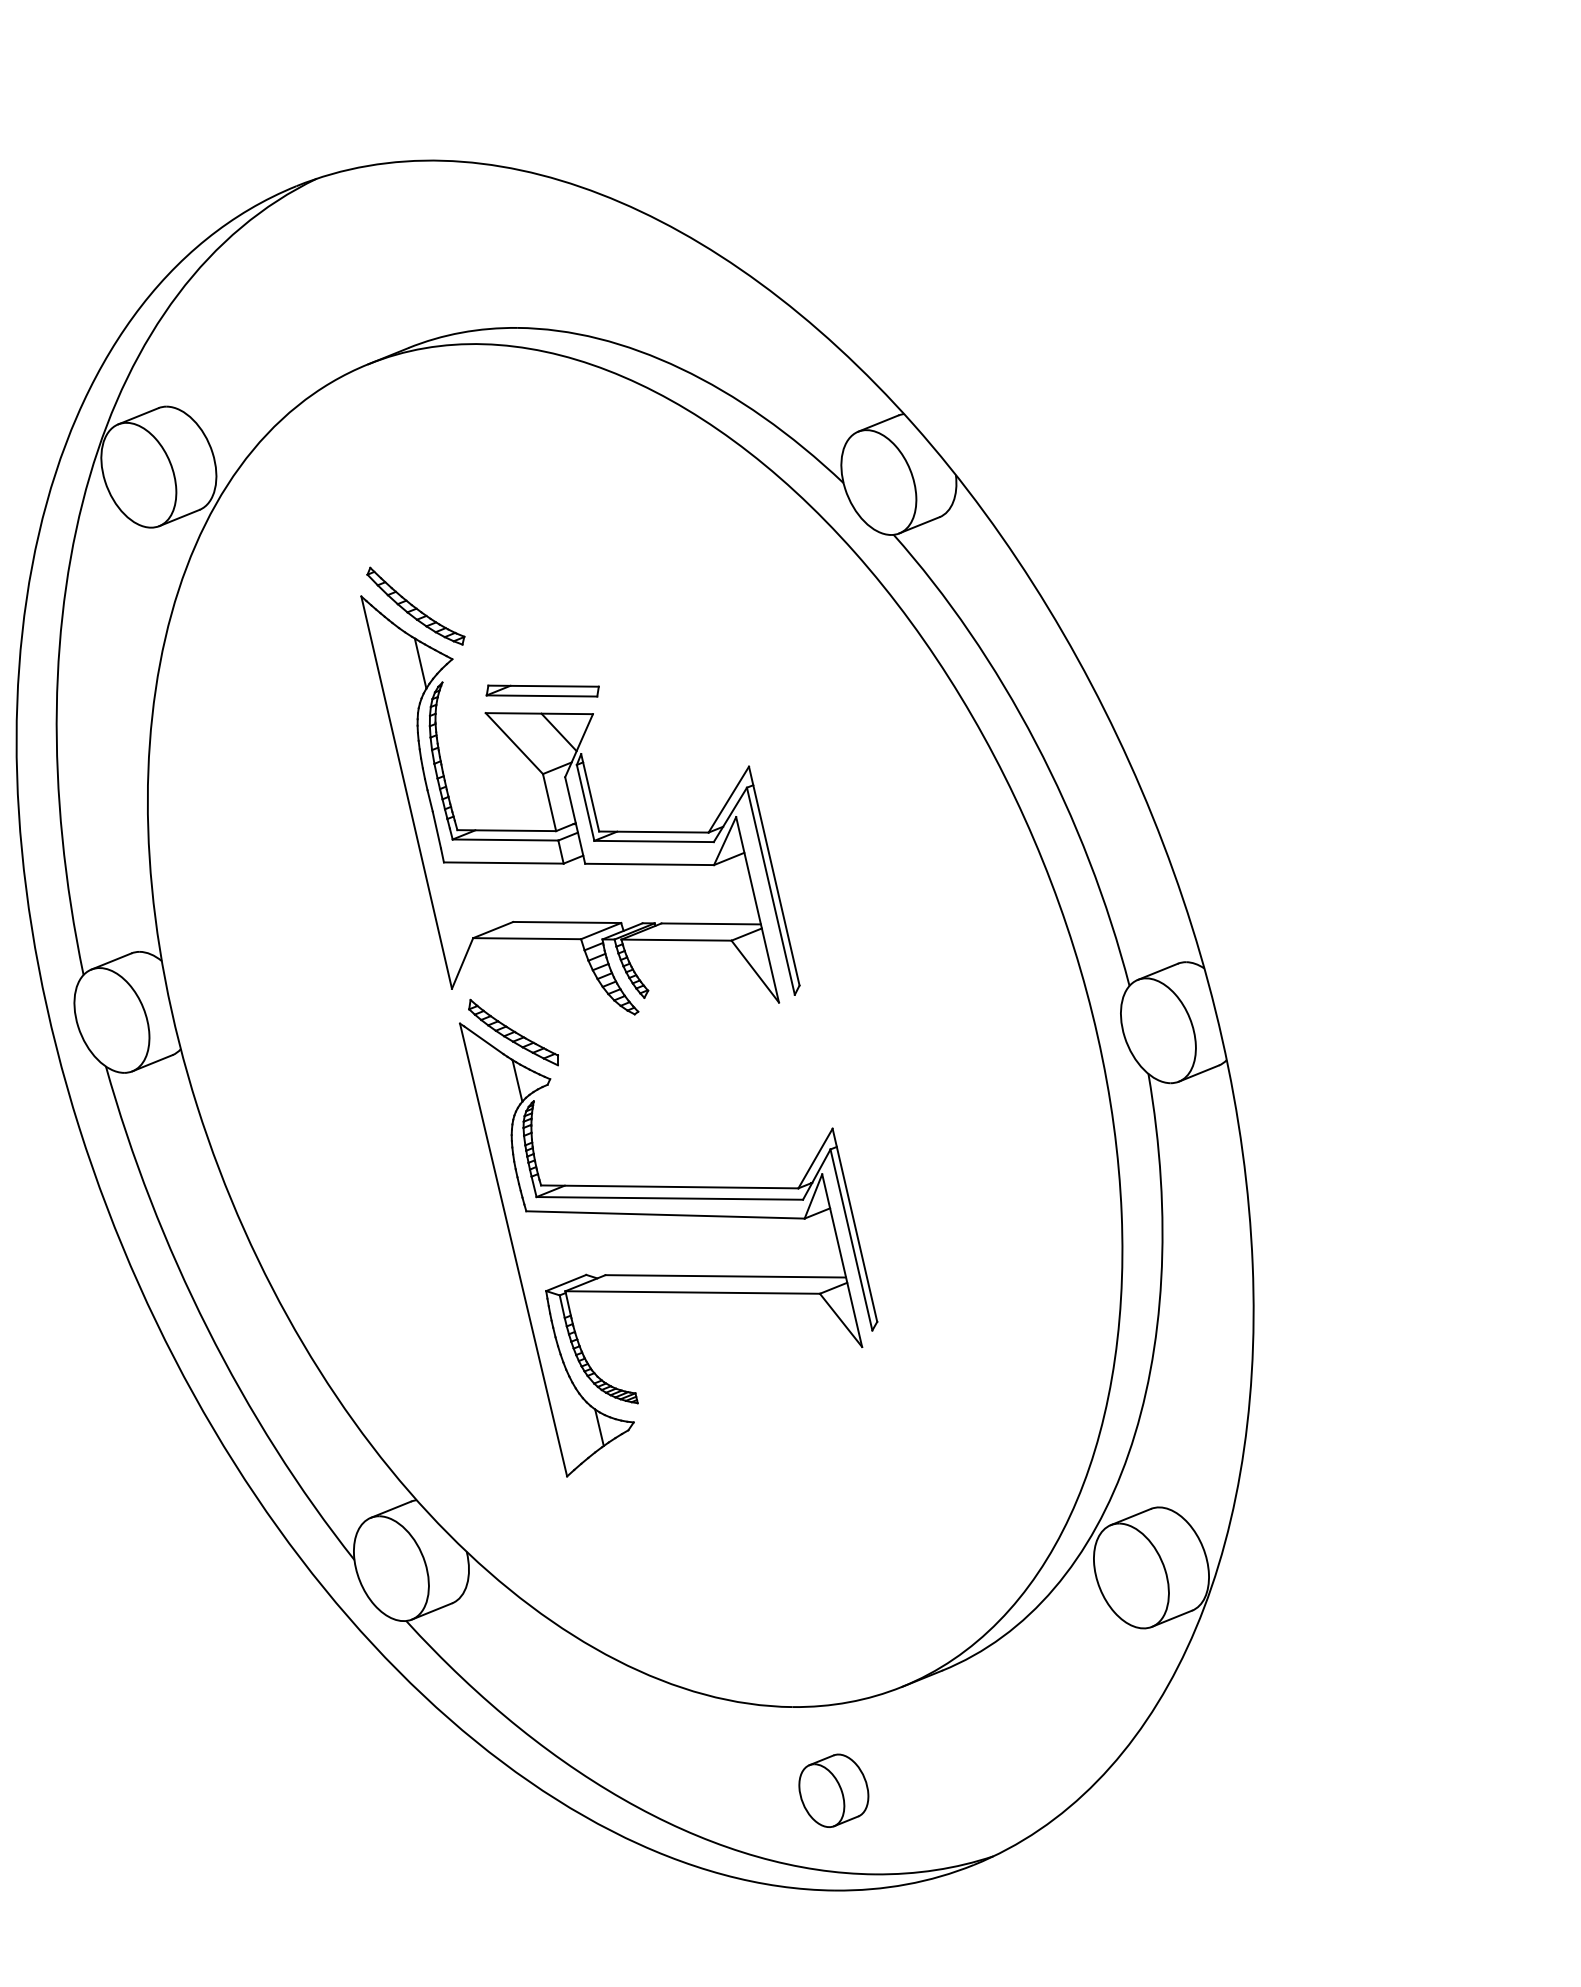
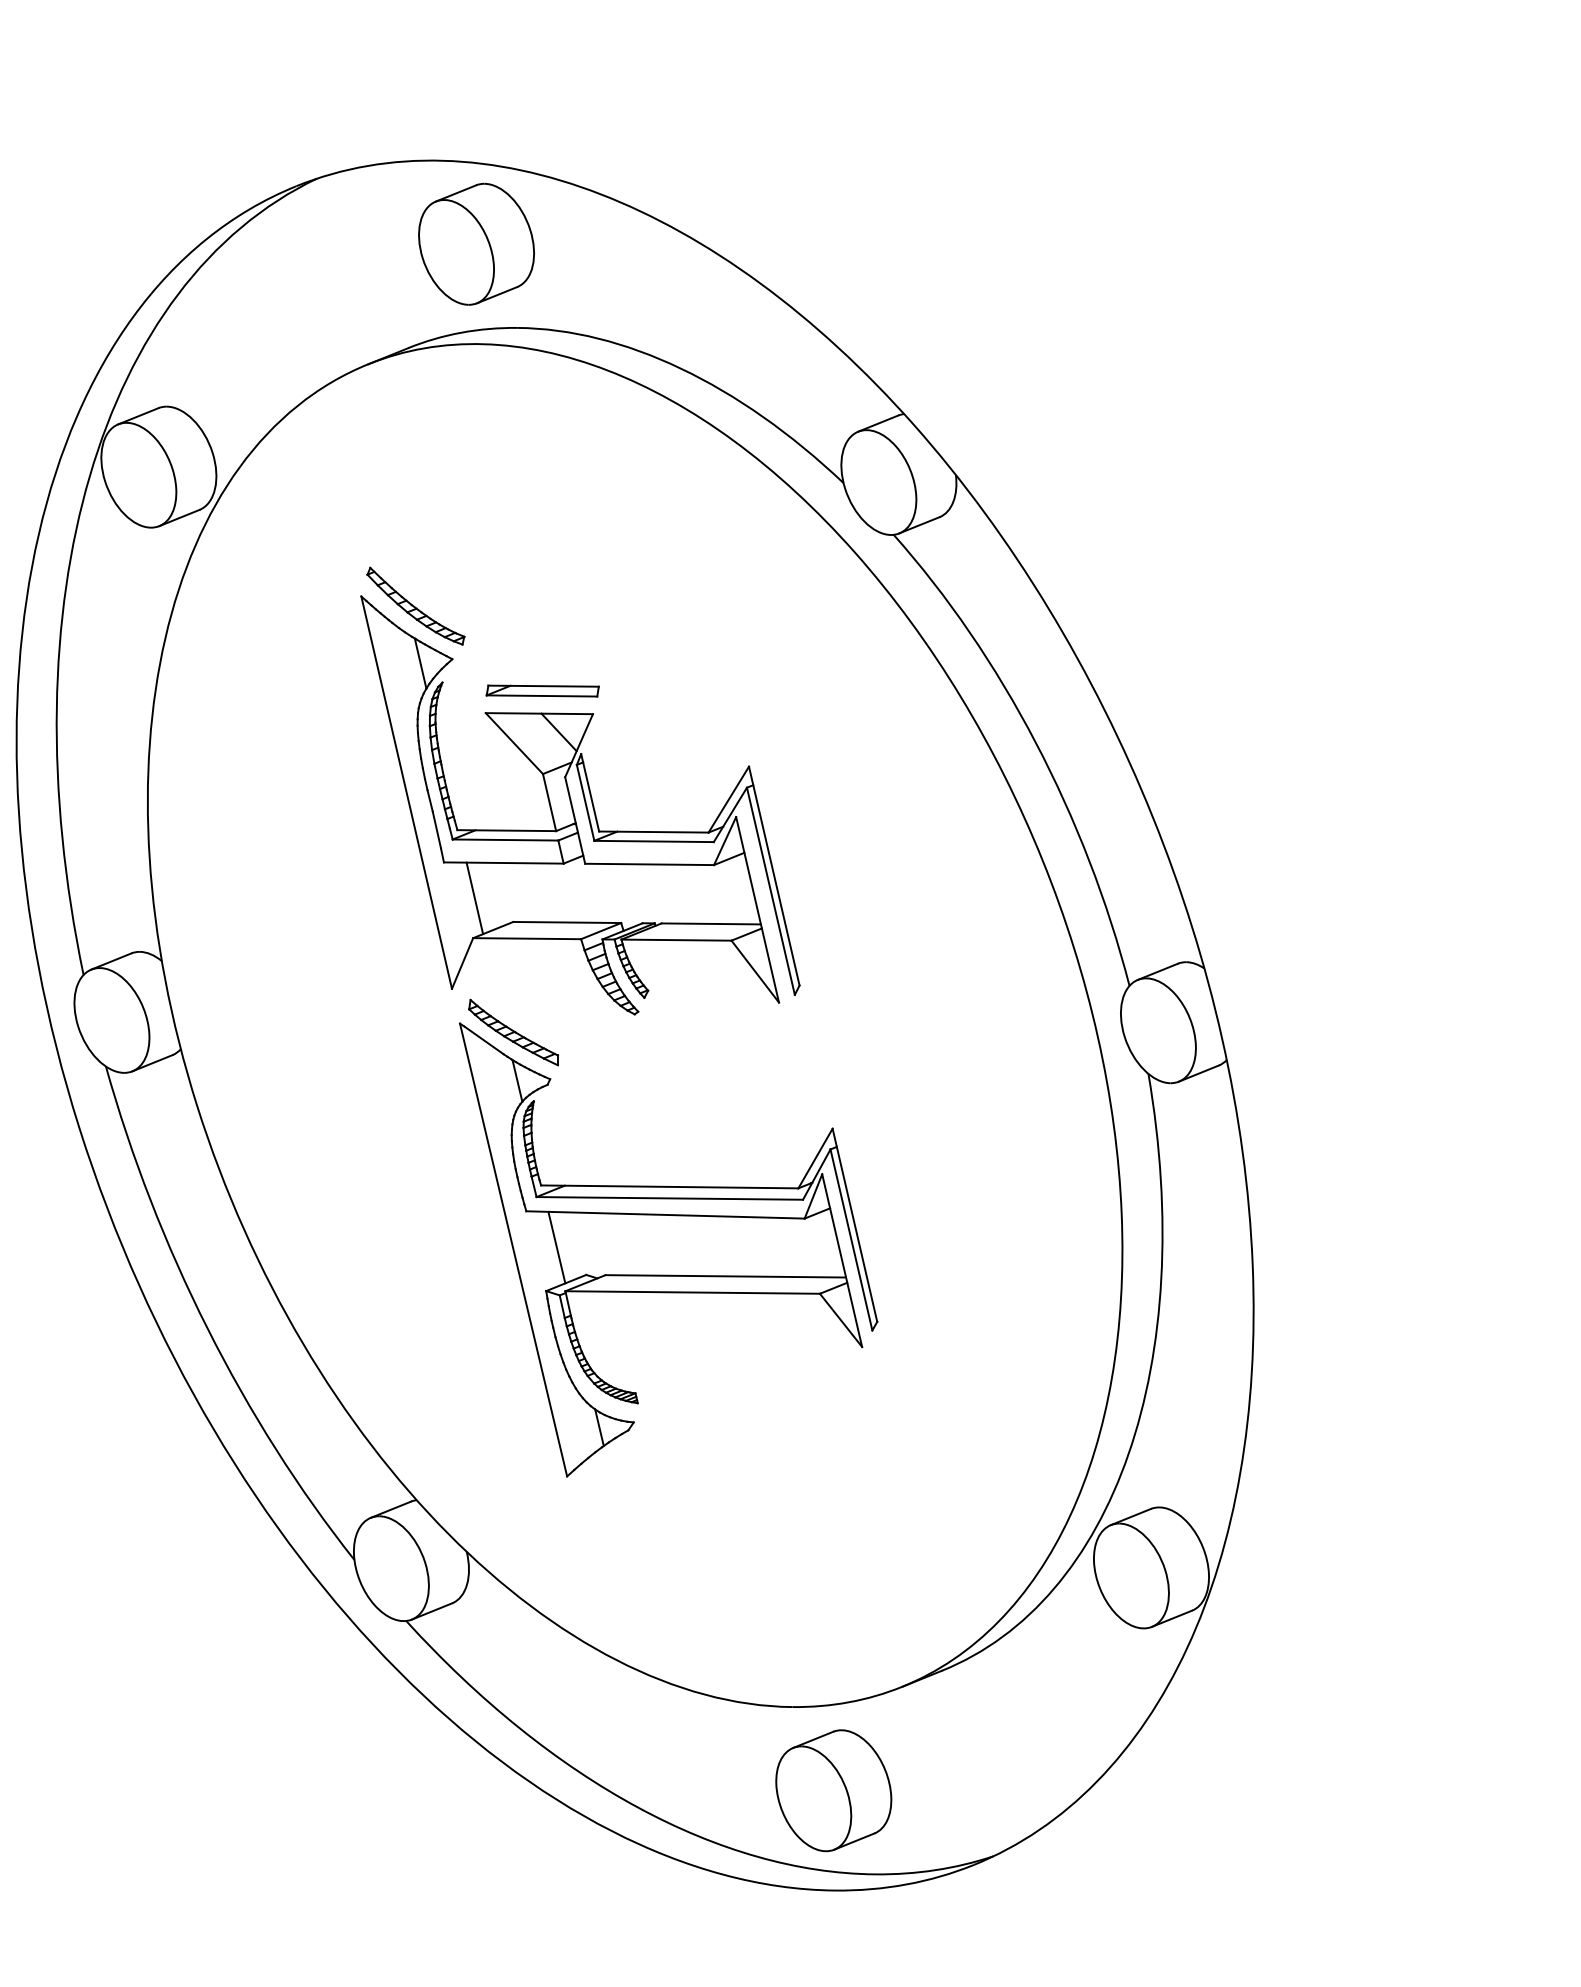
part at (476, 243): none -> present
line at (474, 898): none -> present
line at (556, 1247): none -> present
part at (833, 1790) size: 72x75 px -> 118x124 px
